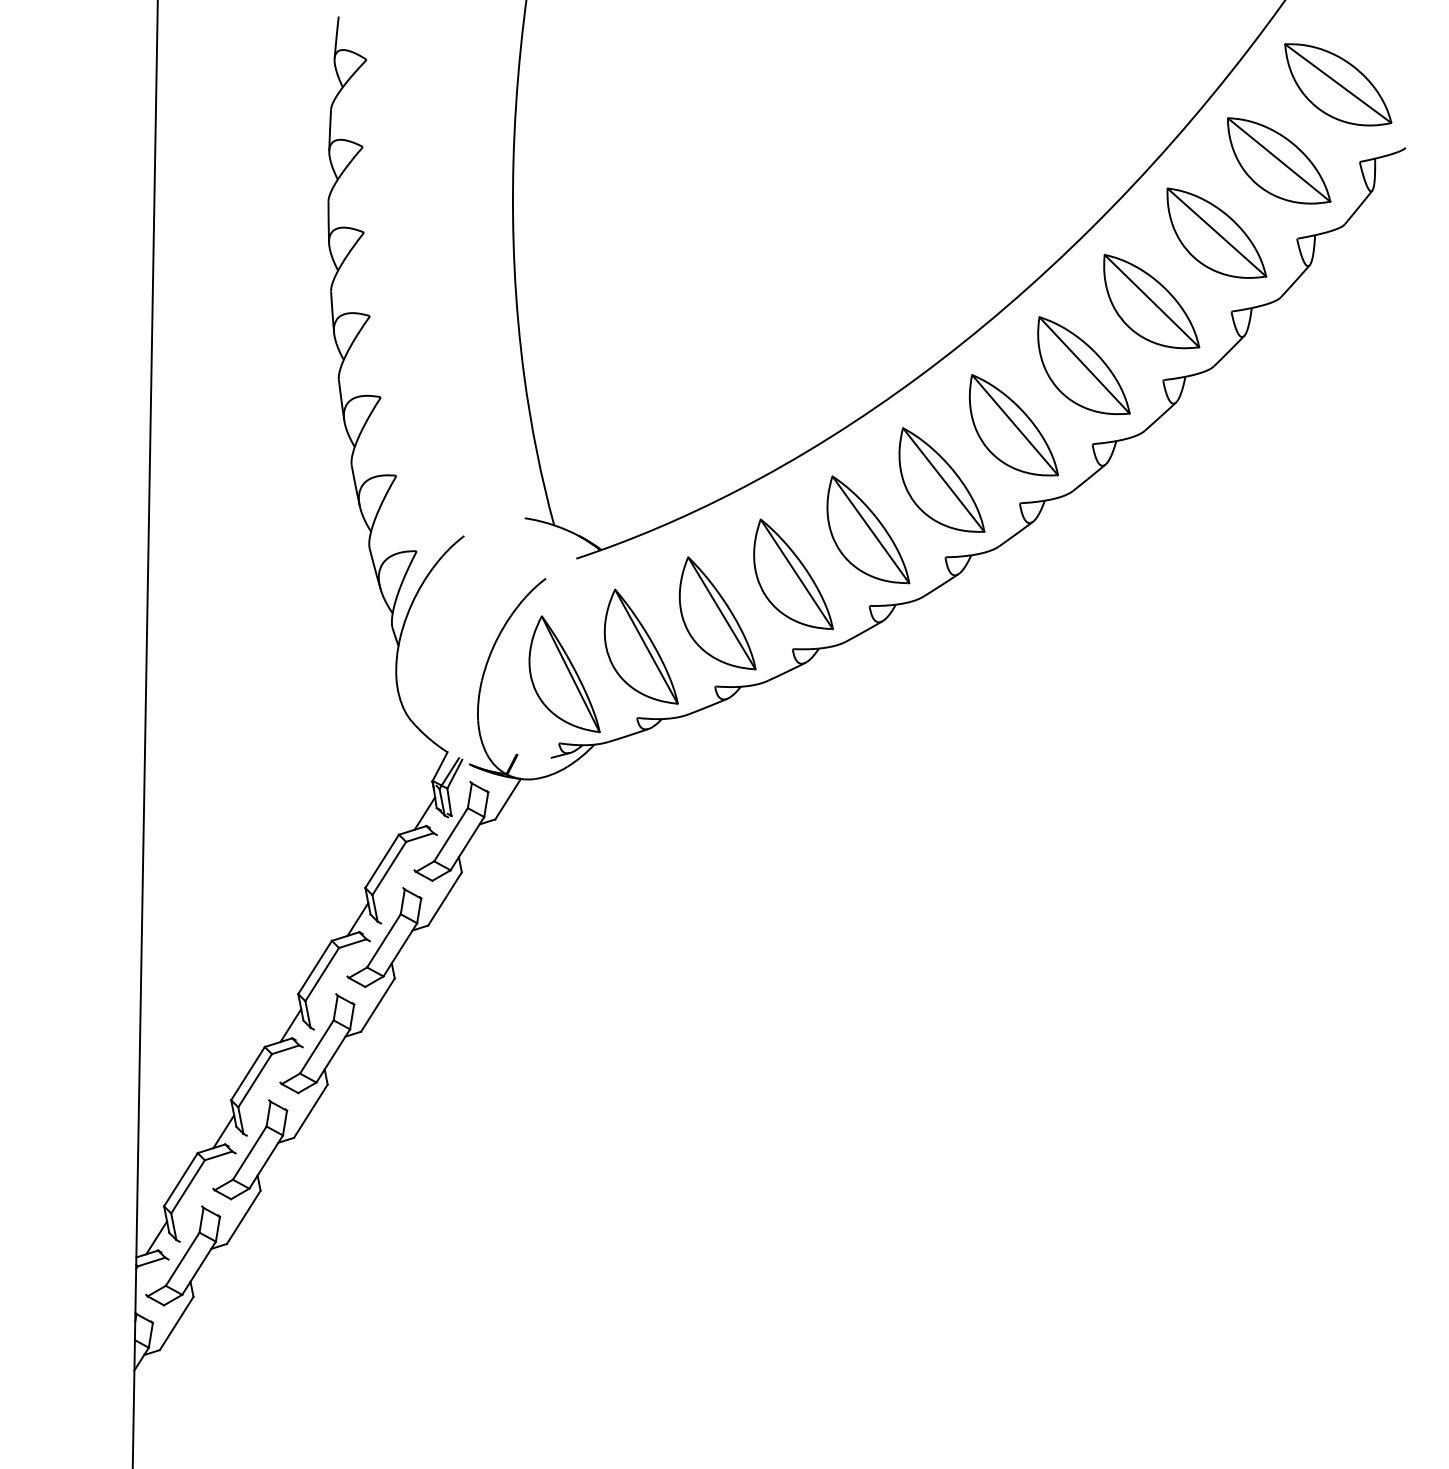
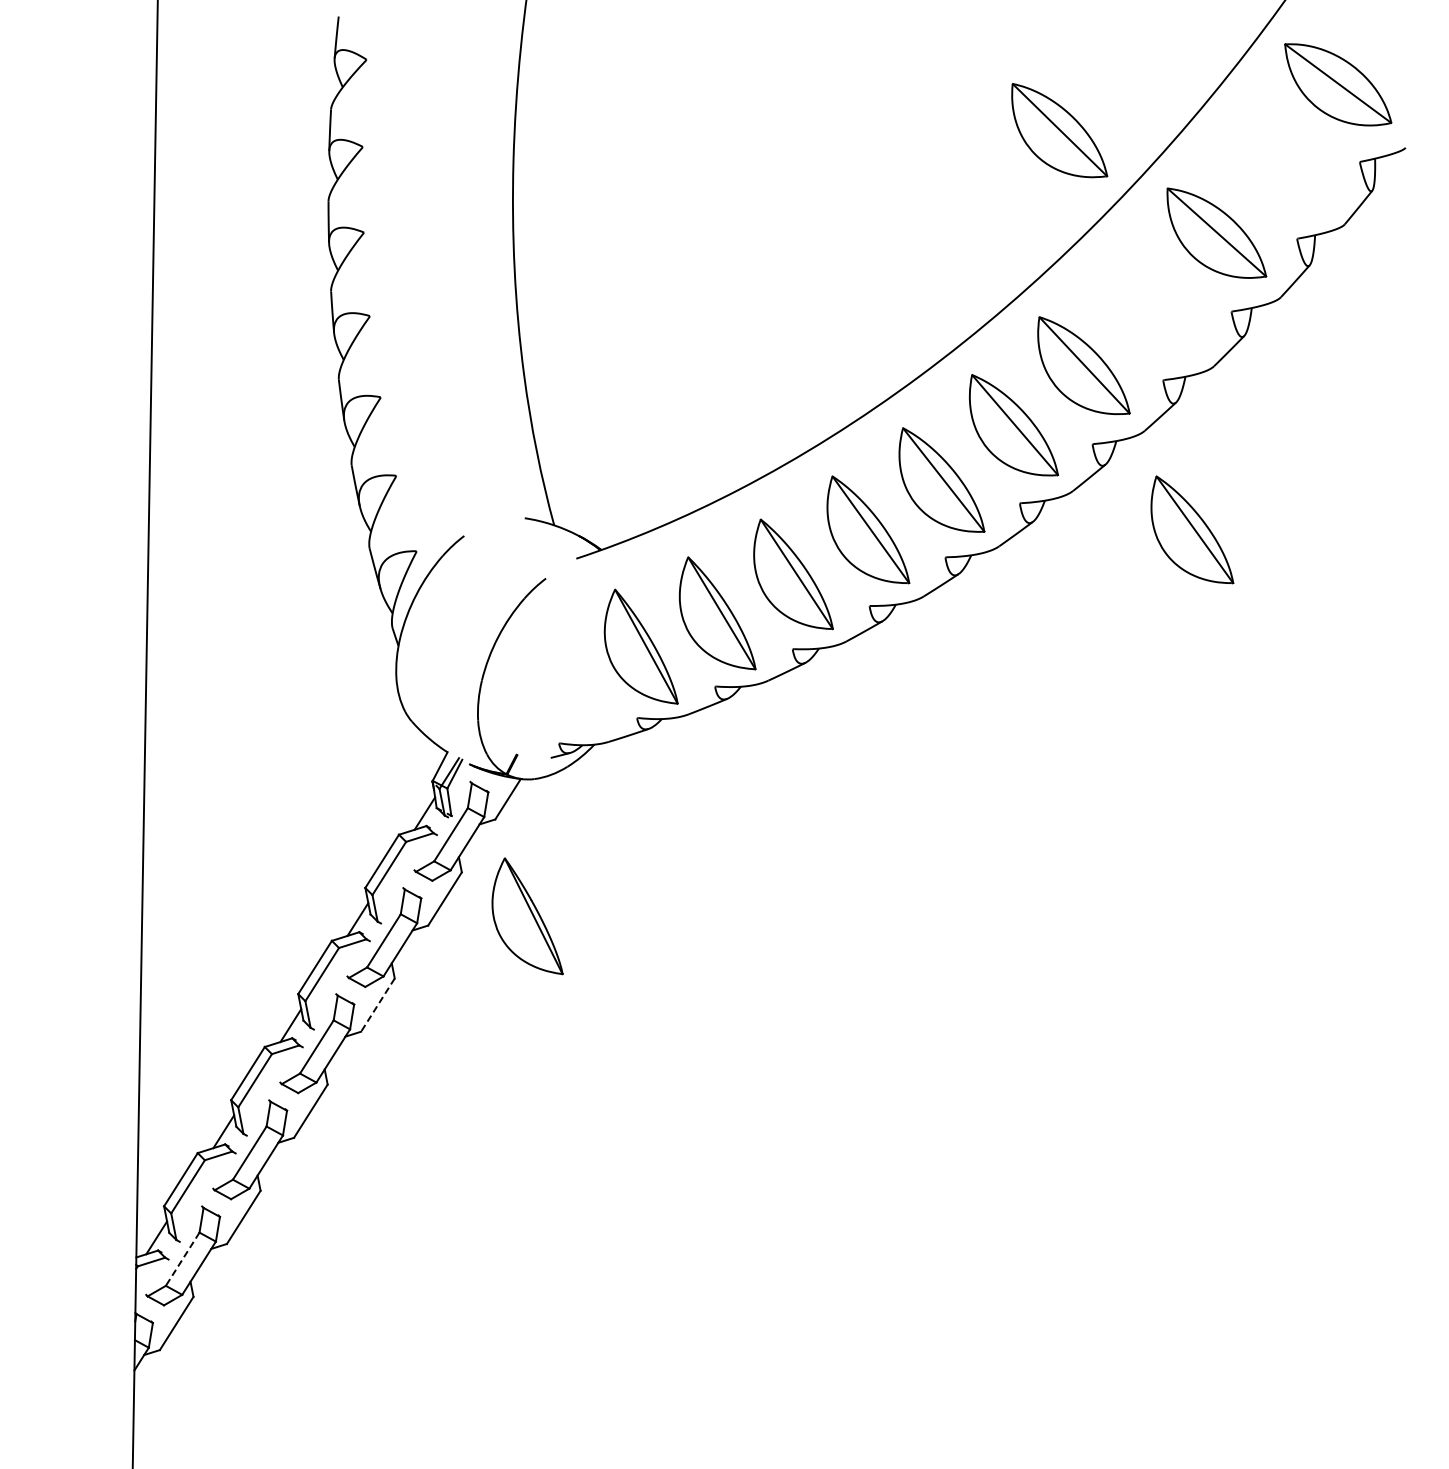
part at (1279, 160): present -> none
part at (1151, 301) position: (1151, 301) -> (1059, 130)
part at (1192, 529): none -> present
part at (564, 674) position: (564, 674) -> (527, 916)
line at (377, 1005): solid -> dashed
line at (182, 1259): solid -> dashed
